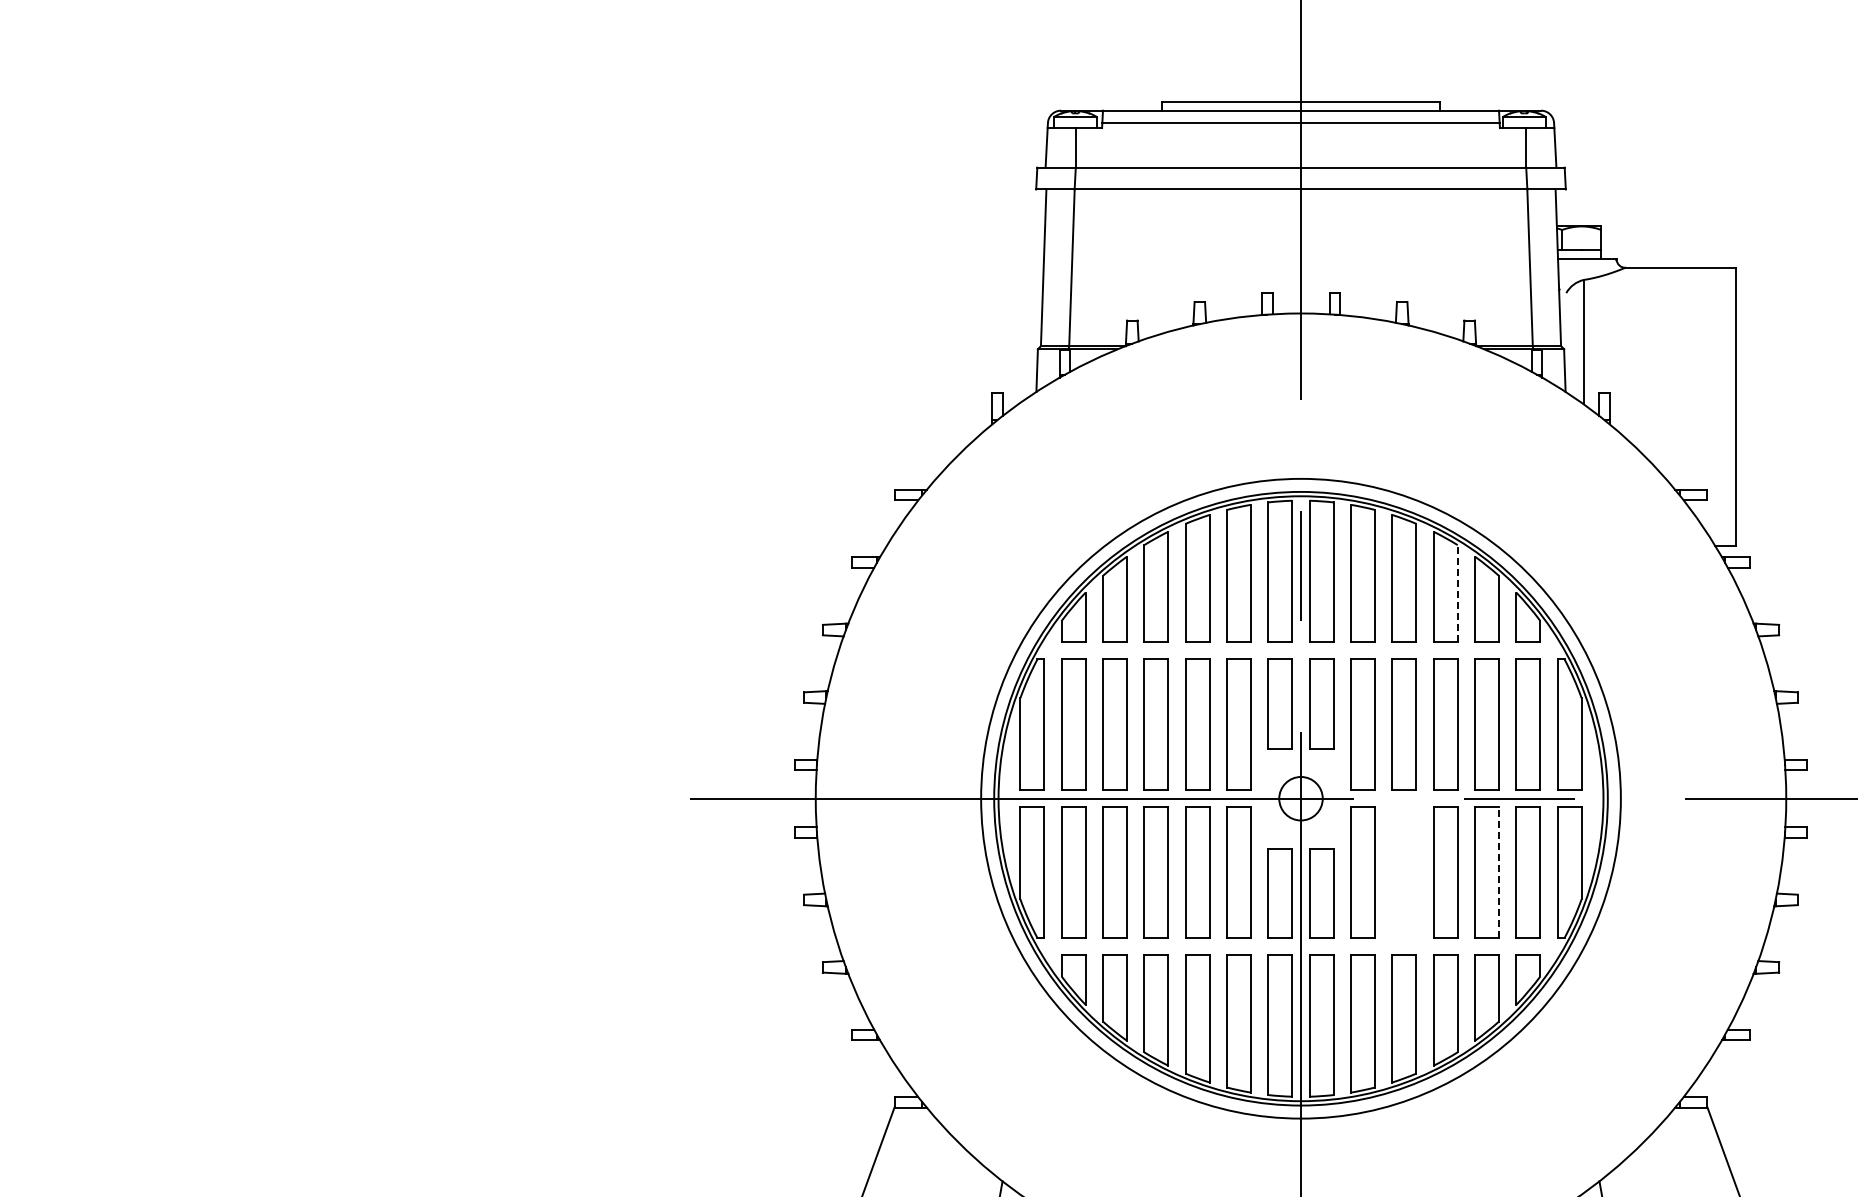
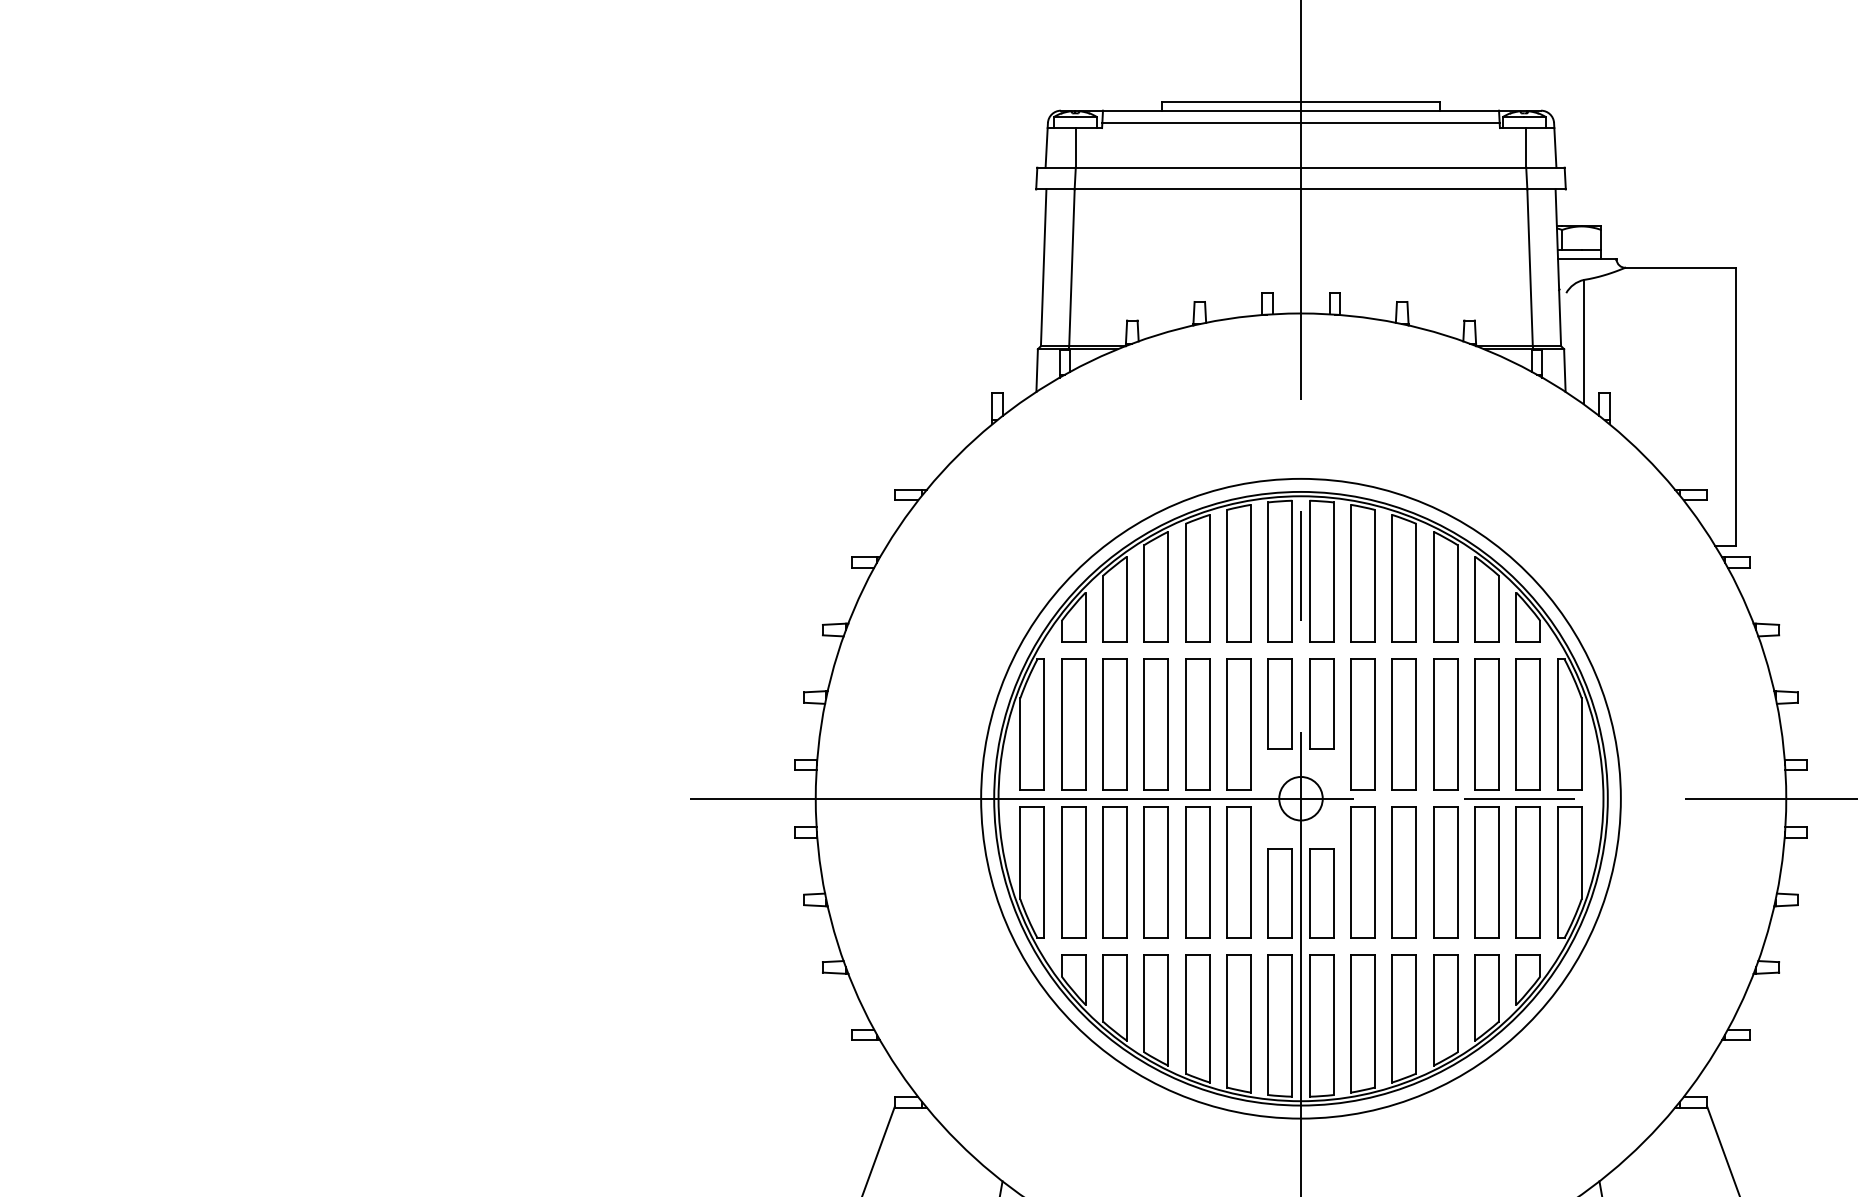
line at (1457, 593): dashed -> solid
part at (1403, 872): none -> present
line at (1499, 872): dashed -> solid
